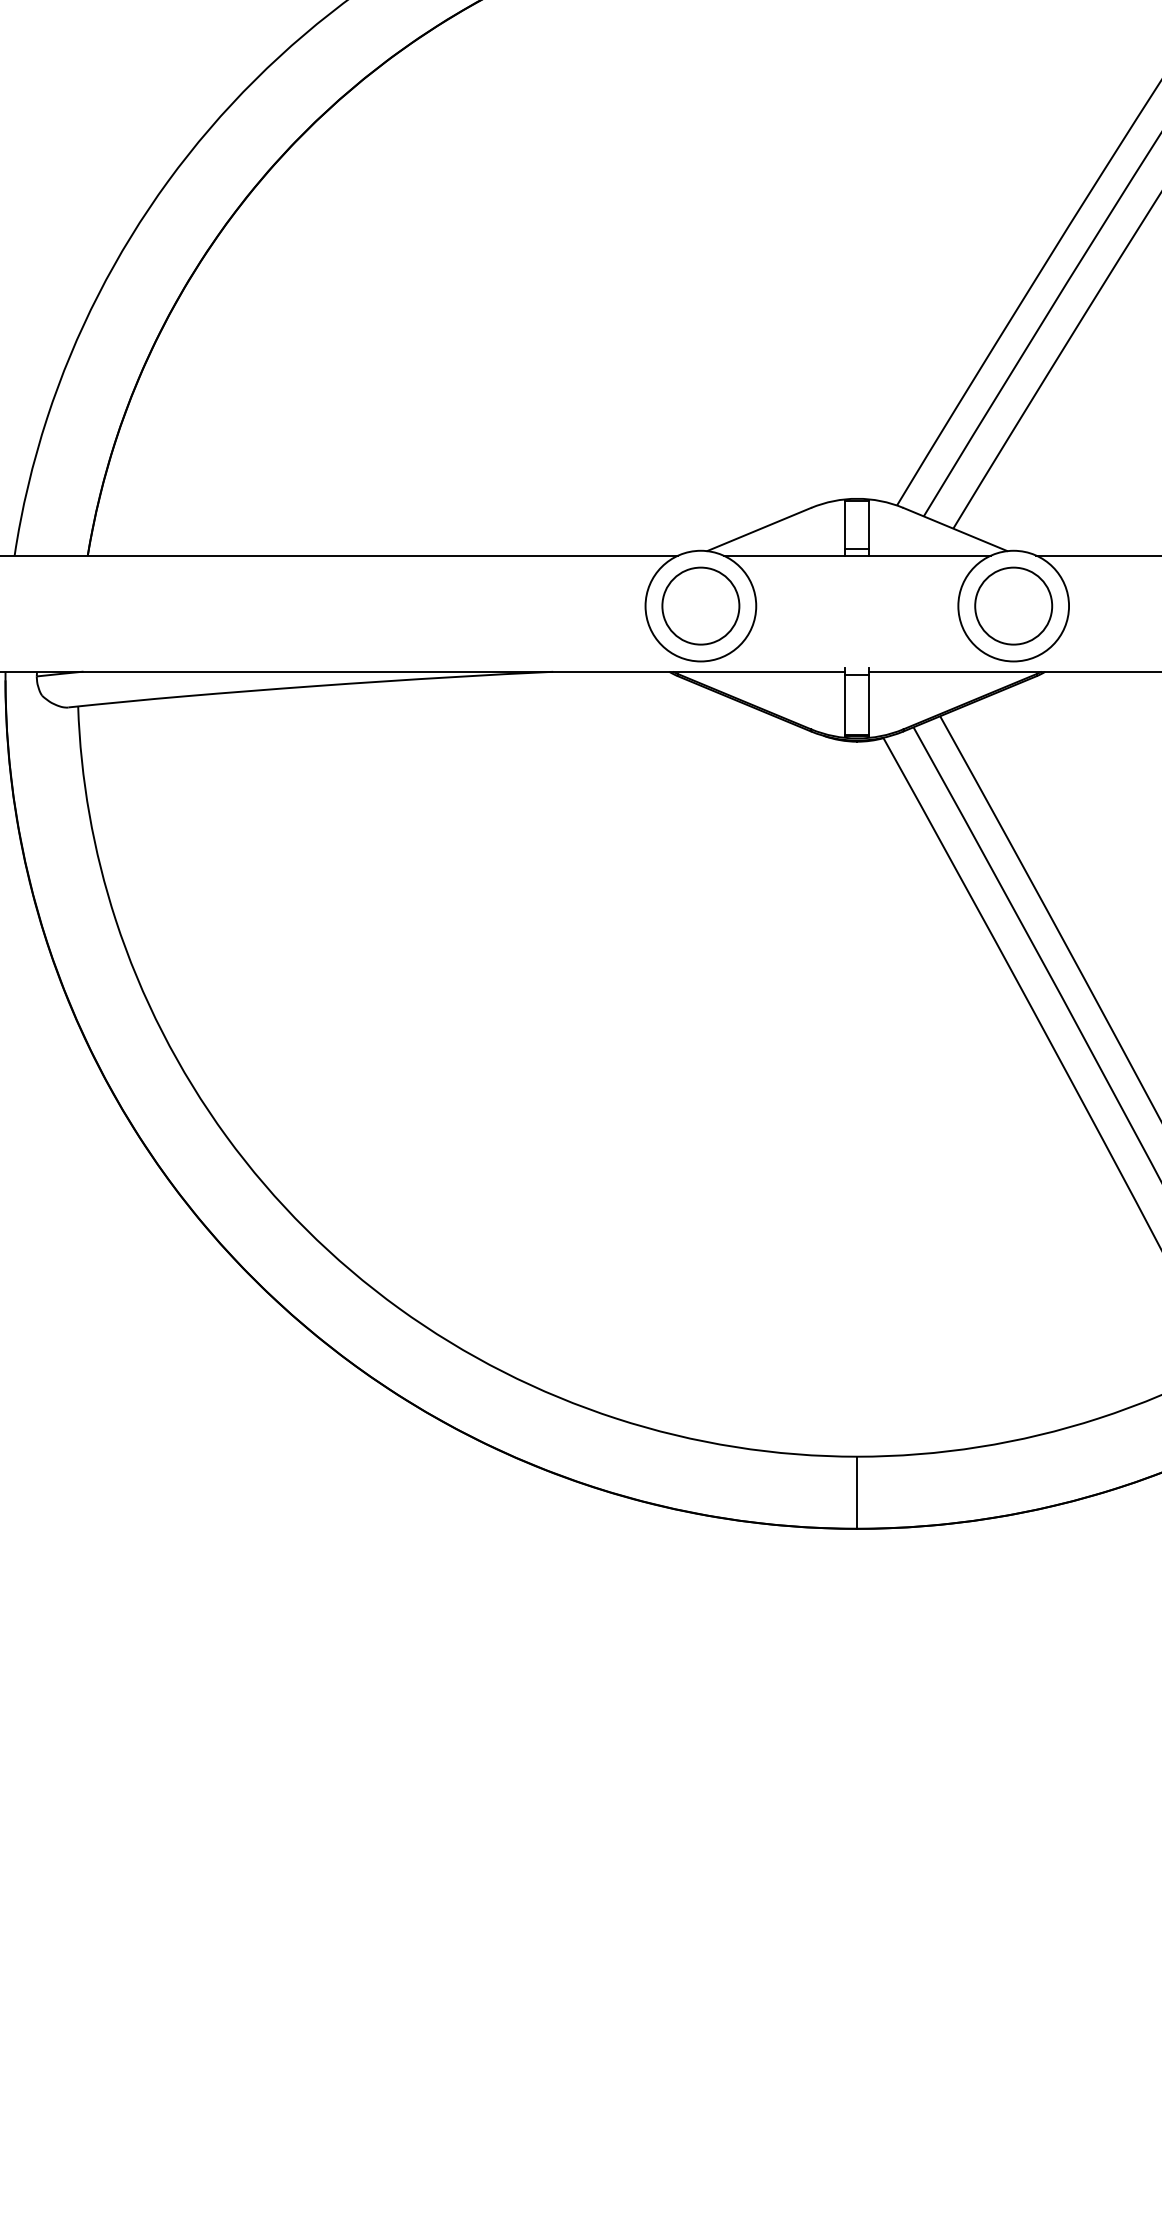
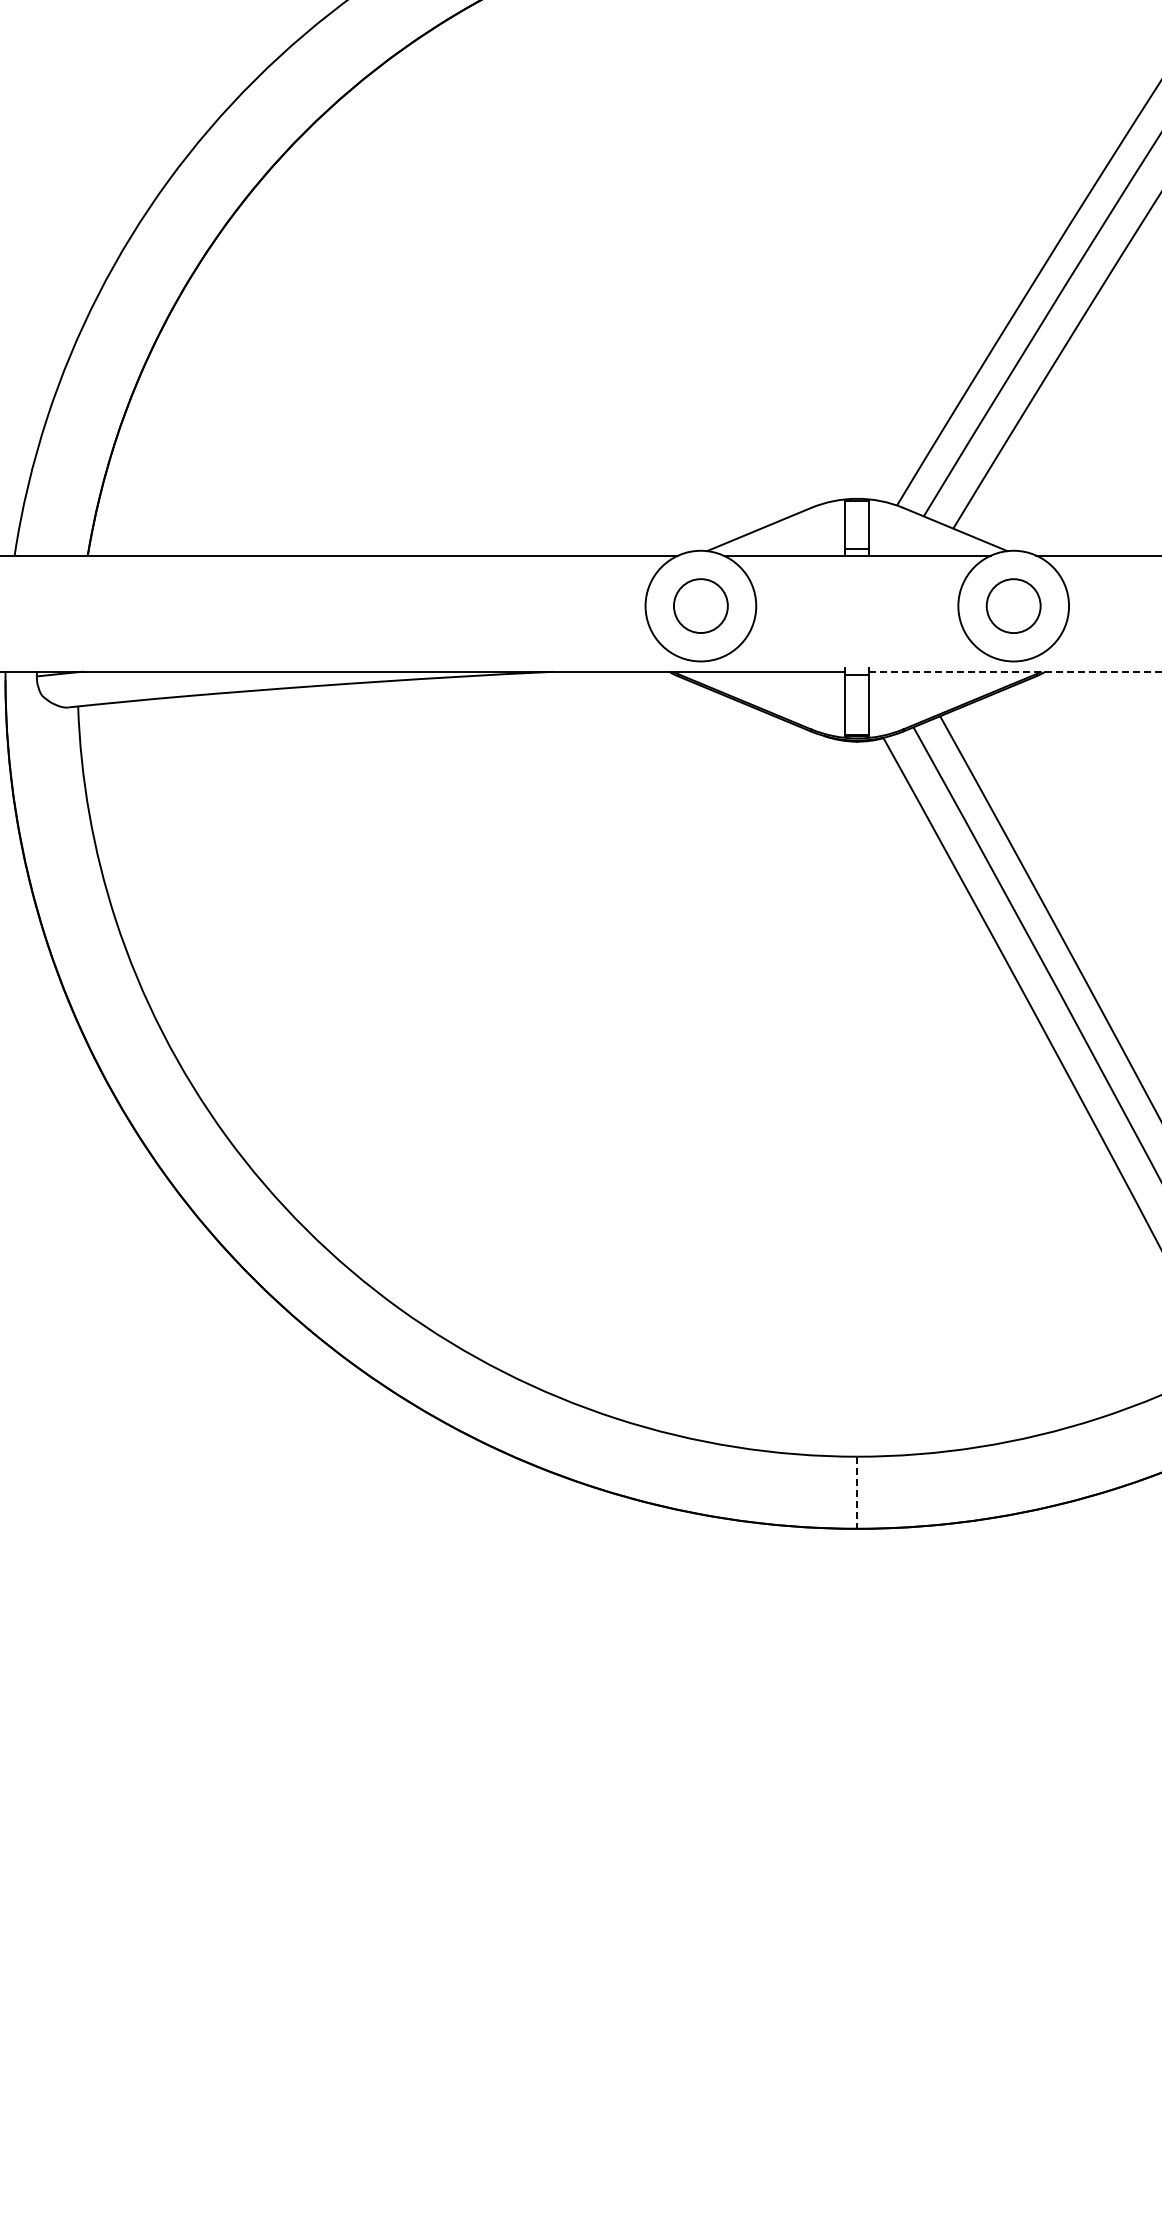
circle at (700, 605) size: 80x80 px -> 56x56 px
circle at (1013, 605) diameter: 77 px -> 54 px
line at (1015, 671): solid -> dashed
line at (857, 1493): solid -> dashed
